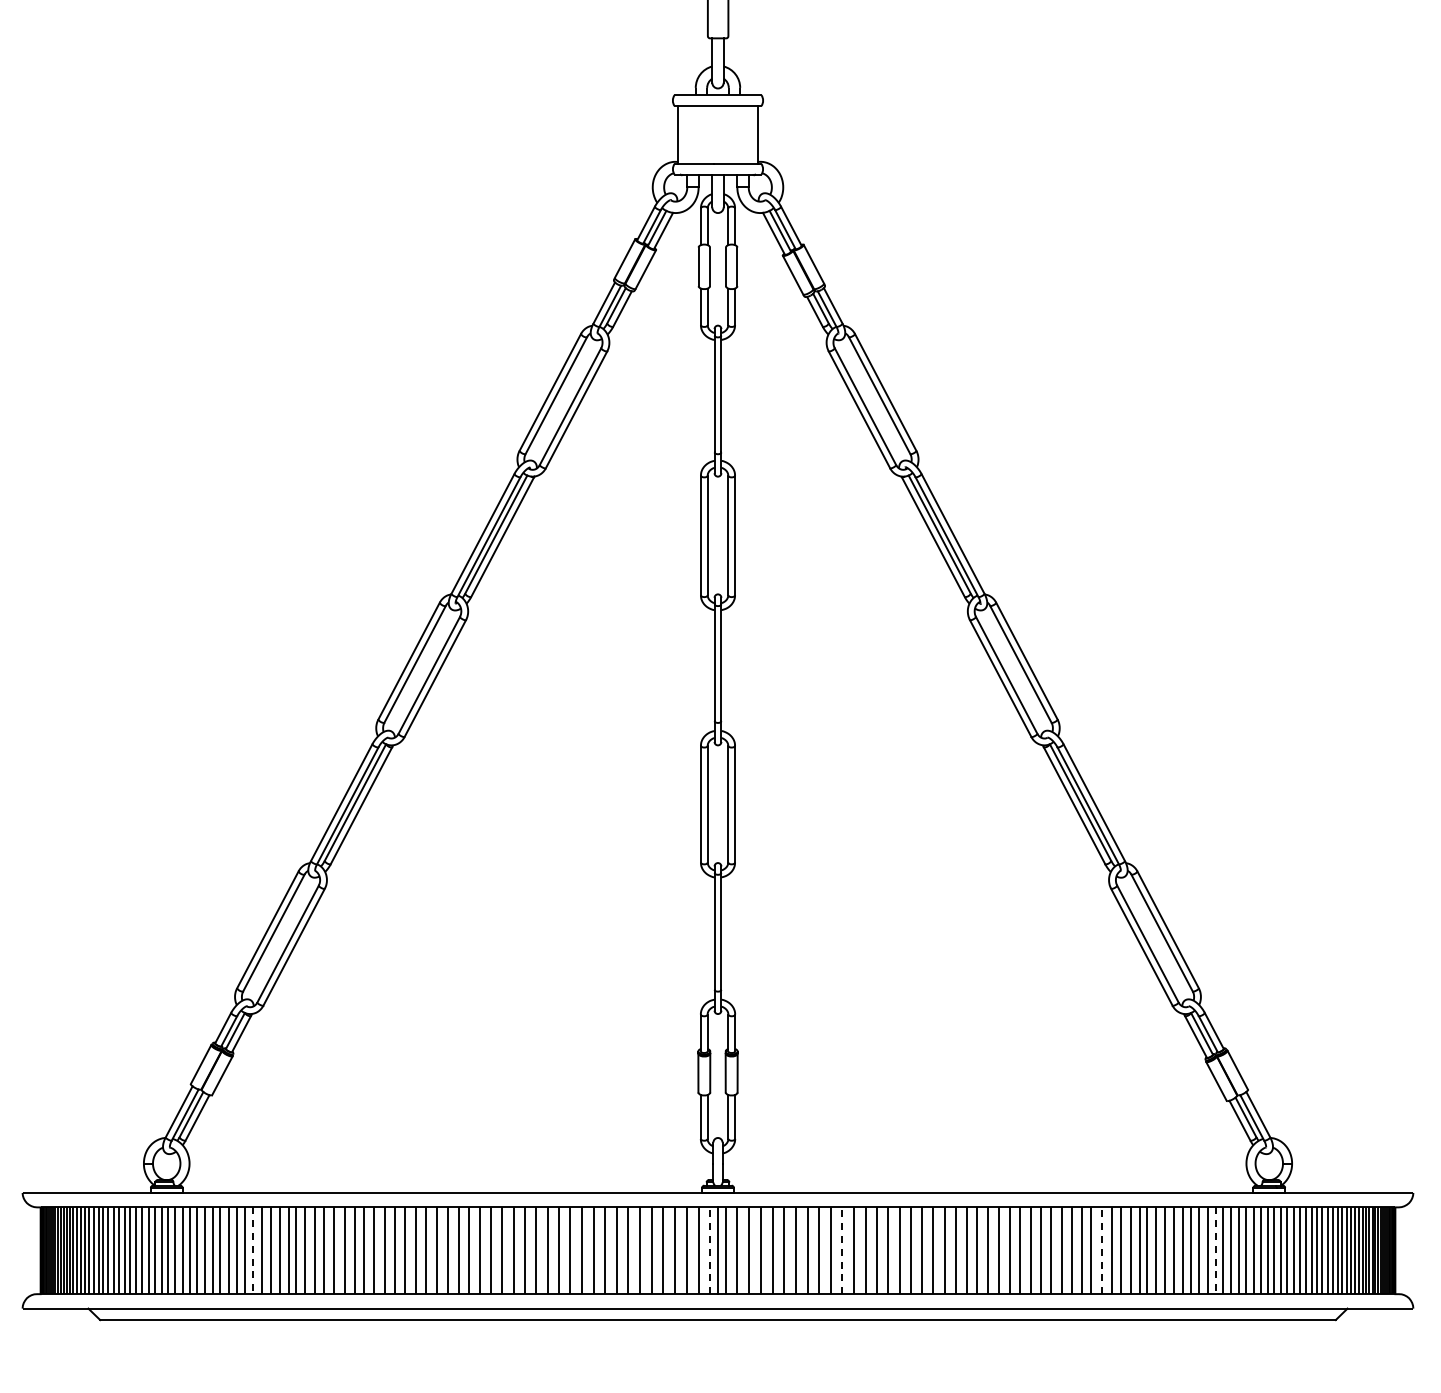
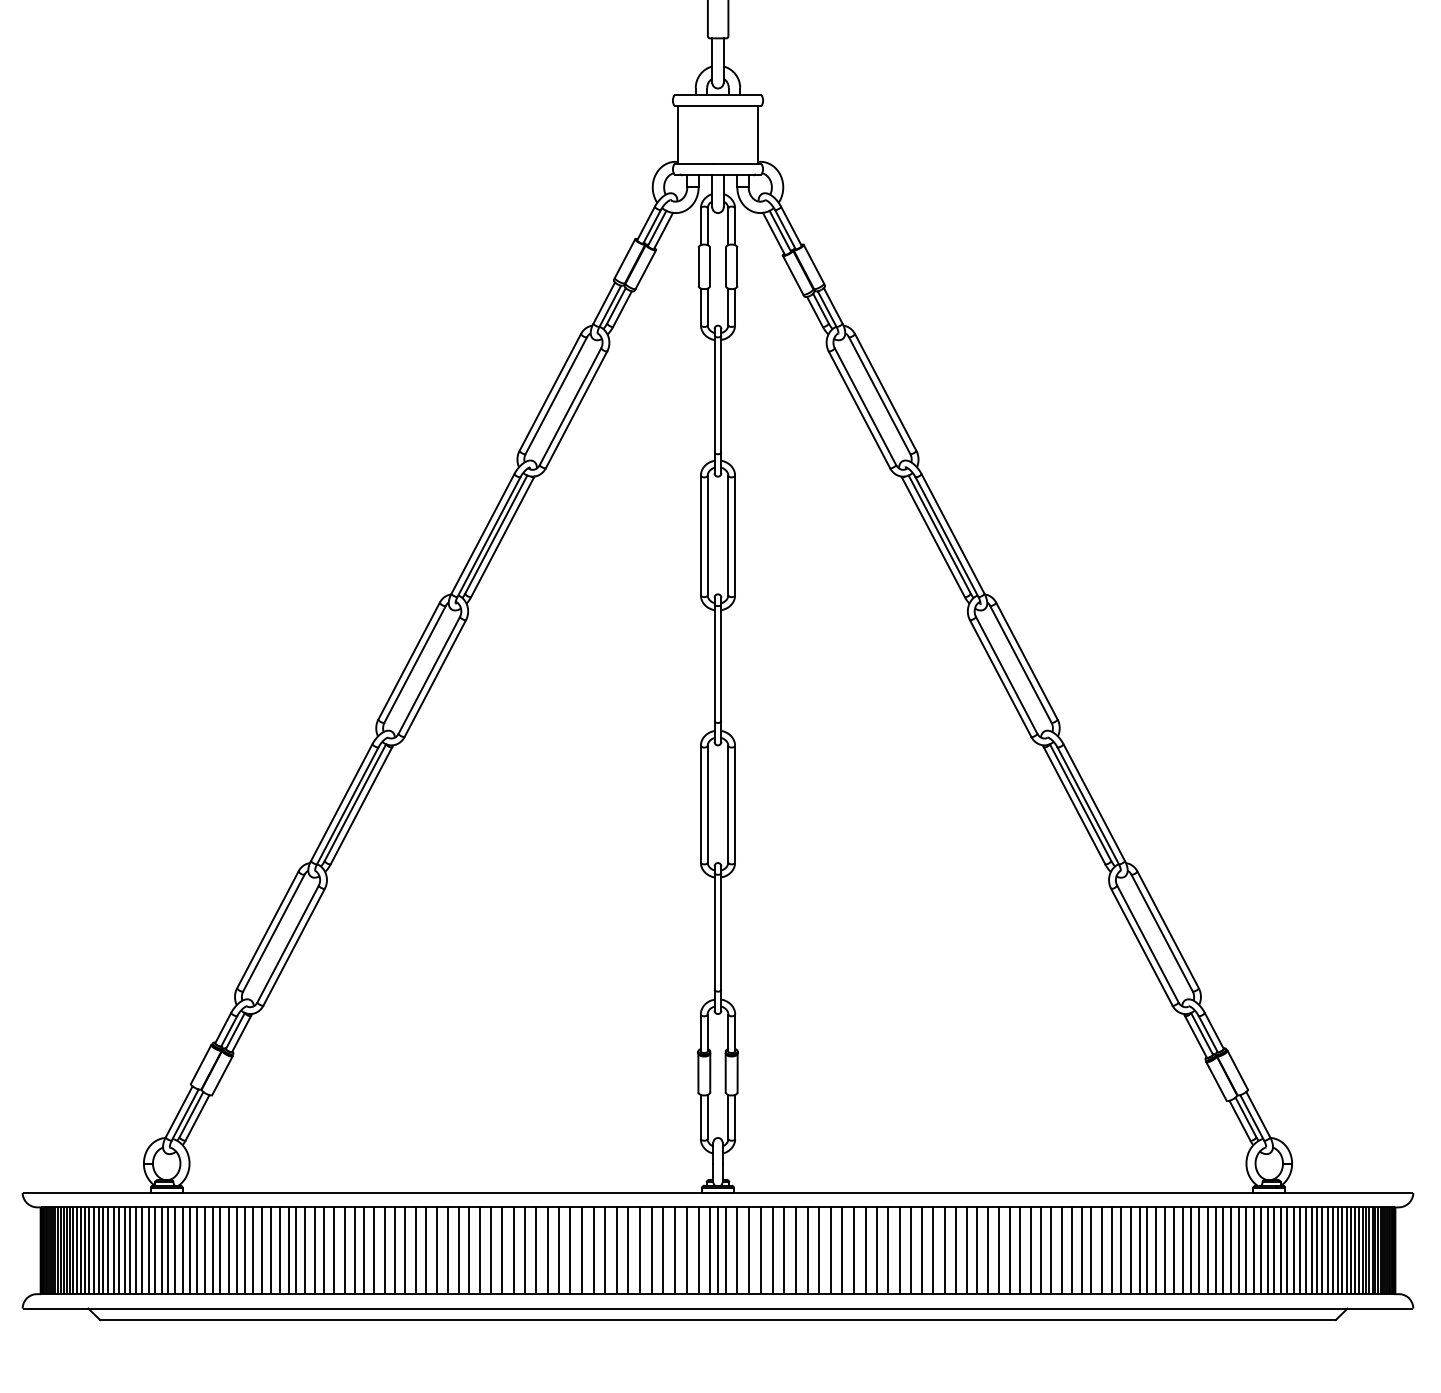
line at (710, 1250): dashed -> solid
line at (842, 1250): dashed -> solid
line at (1102, 1250): dashed -> solid
line at (253, 1251): dashed -> solid
line at (1215, 1251): dashed -> solid
